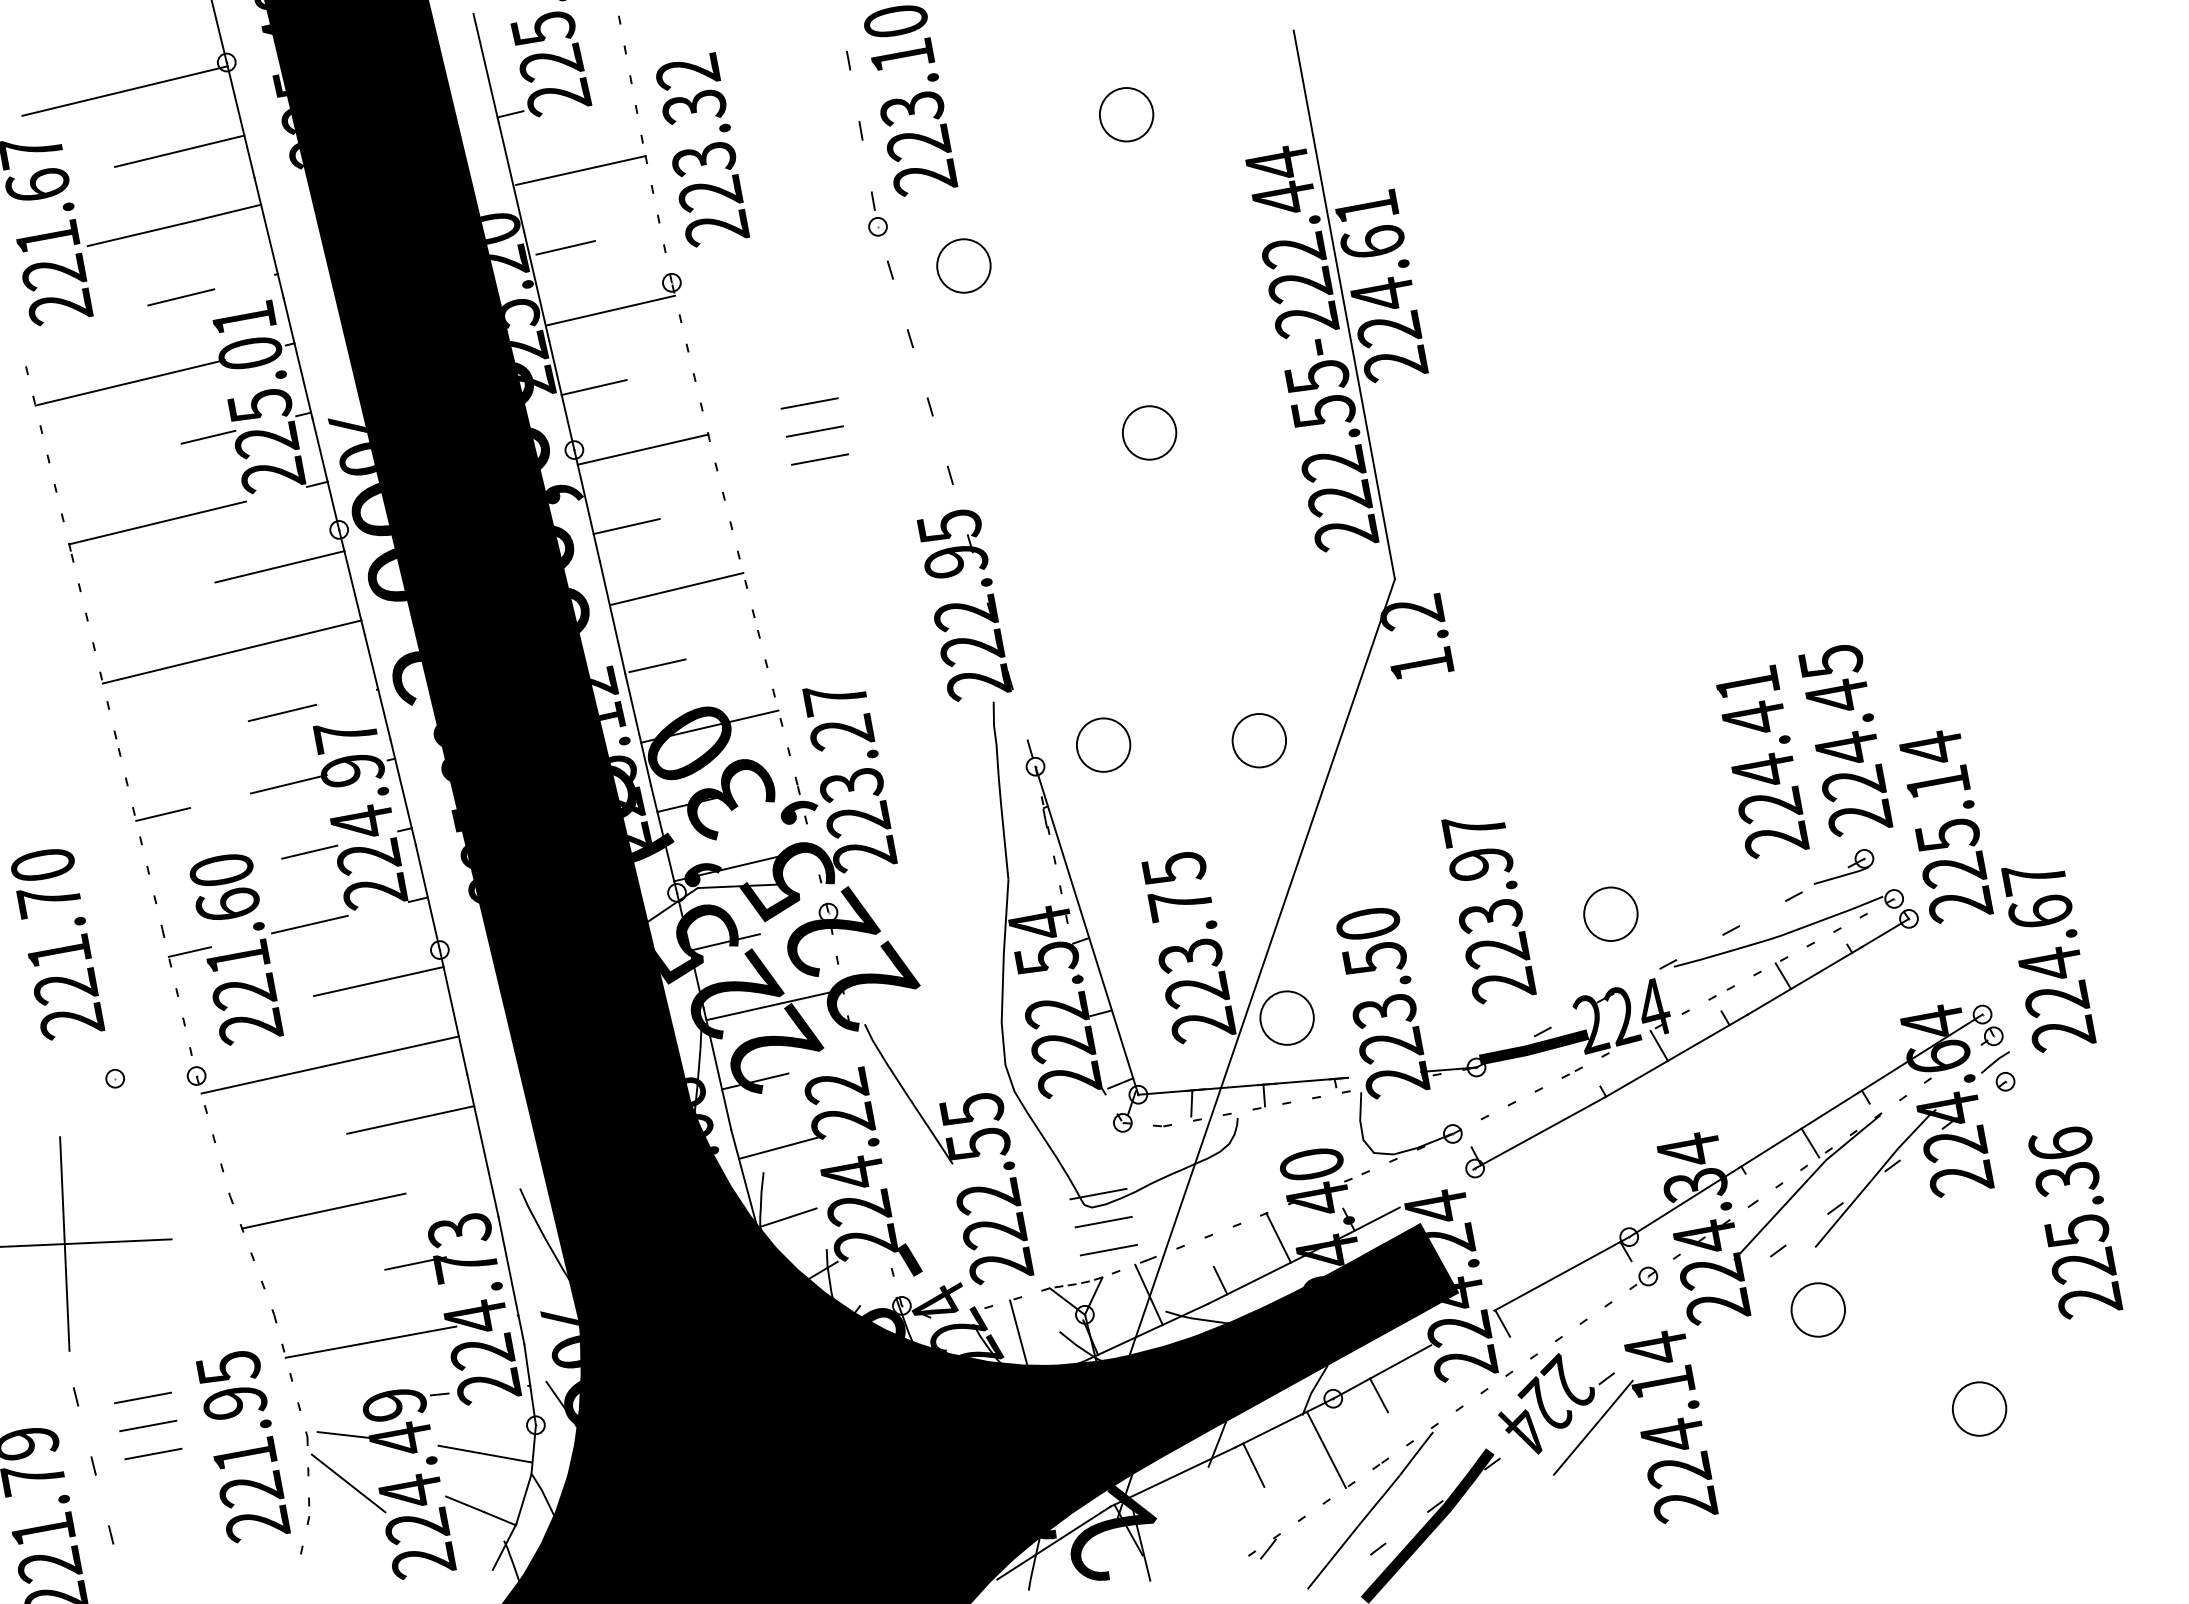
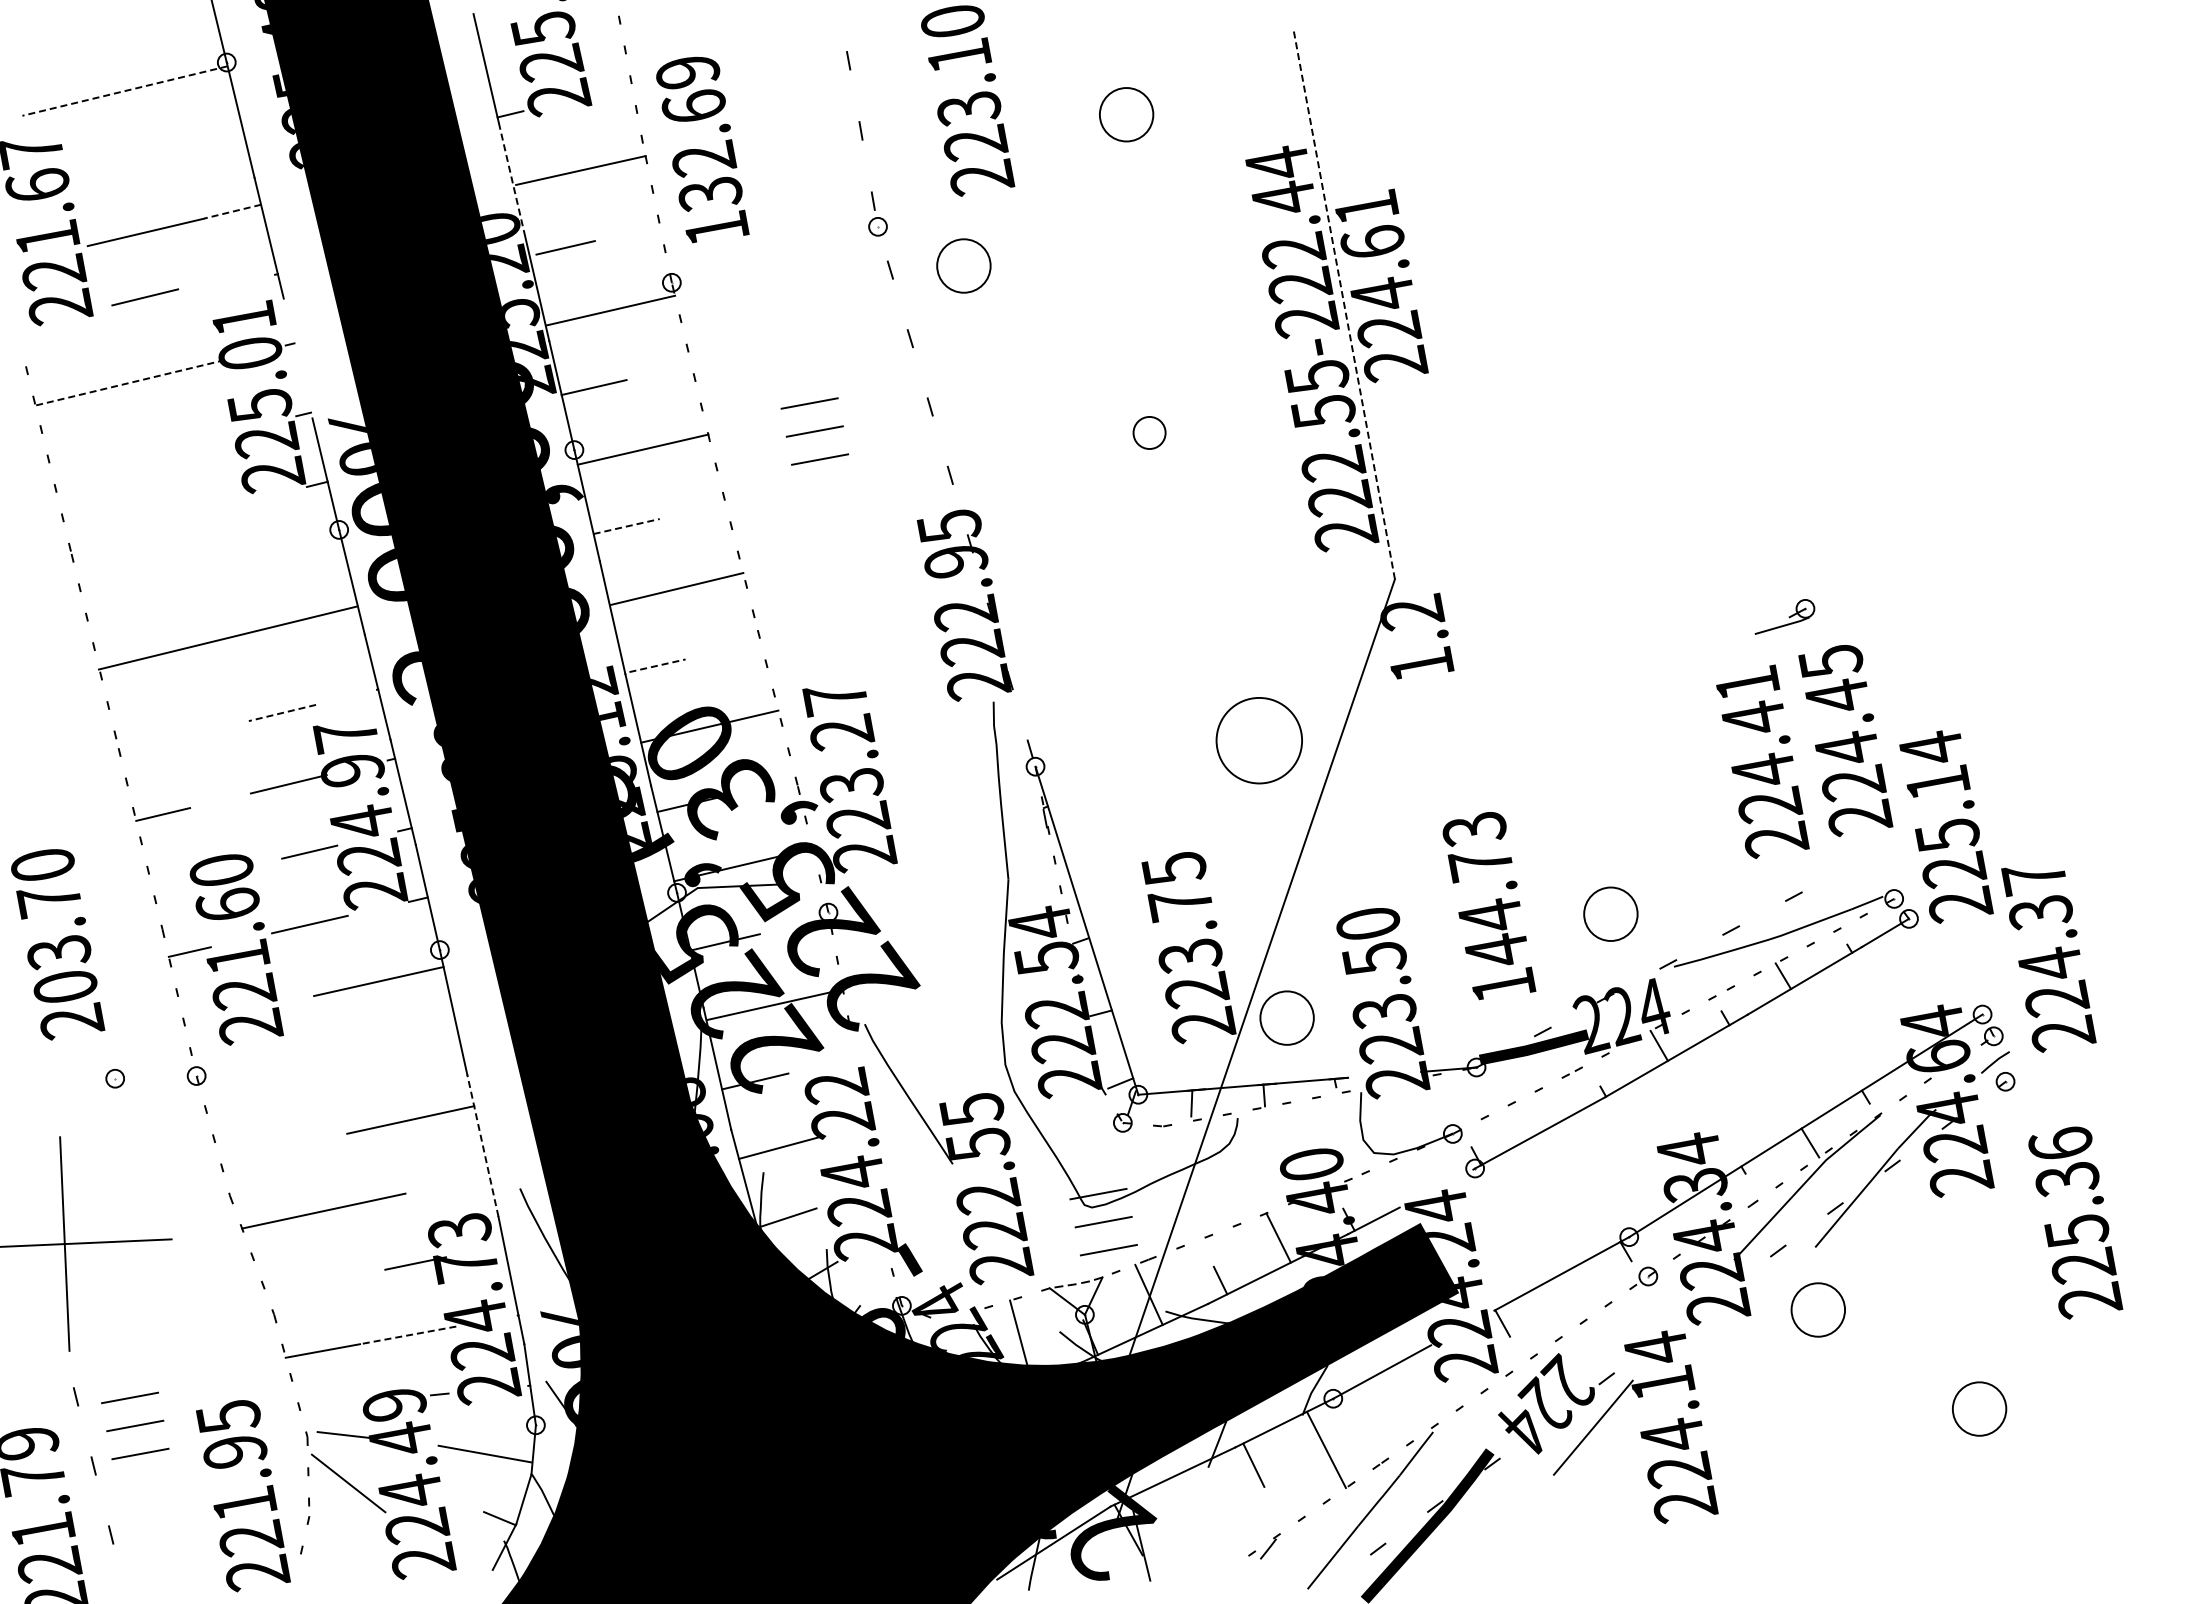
line at (125, 91): solid -> dashed
text at (911, 100) position: (911, 100) -> (968, 100)
text at (703, 149): 223.32 -> 132.69
line at (179, 150): present -> none
line at (511, 177): solid -> dashed
line at (232, 211): solid -> dashed
line at (181, 297) position: (181, 297) -> (145, 297)
line at (1344, 304): solid -> dashed
line at (297, 358): present -> none
line at (129, 382): solid -> dashed
circle at (1149, 432) diameter: 53 px -> 32 px
line at (208, 436): present -> none
line at (157, 522): present -> none
line at (626, 526): solid -> dashed
line at (279, 566): present -> none
line at (231, 651) position: (231, 651) -> (227, 637)
line at (657, 665): solid -> dashed
line at (282, 713): solid -> dashed
circle at (1259, 740) diameter: 53 px -> 86 px
circle at (1103, 744): present -> none
part at (1843, 866) position: (1843, 866) -> (1784, 616)
text at (1488, 907): 223.97 -> 144.73
text at (2040, 912): 224.67 -> 224.37
text at (62, 969): 221.70 -> 203.70
line at (329, 1064): present -> none
line at (482, 1145): solid -> dashed
line at (408, 1335): solid -> dashed
line at (1378, 1395): present -> none
part at (148, 1425) position: (148, 1425) -> (135, 1425)
text at (243, 1447) position: (243, 1447) -> (243, 1496)
line at (465, 1504): present -> none
